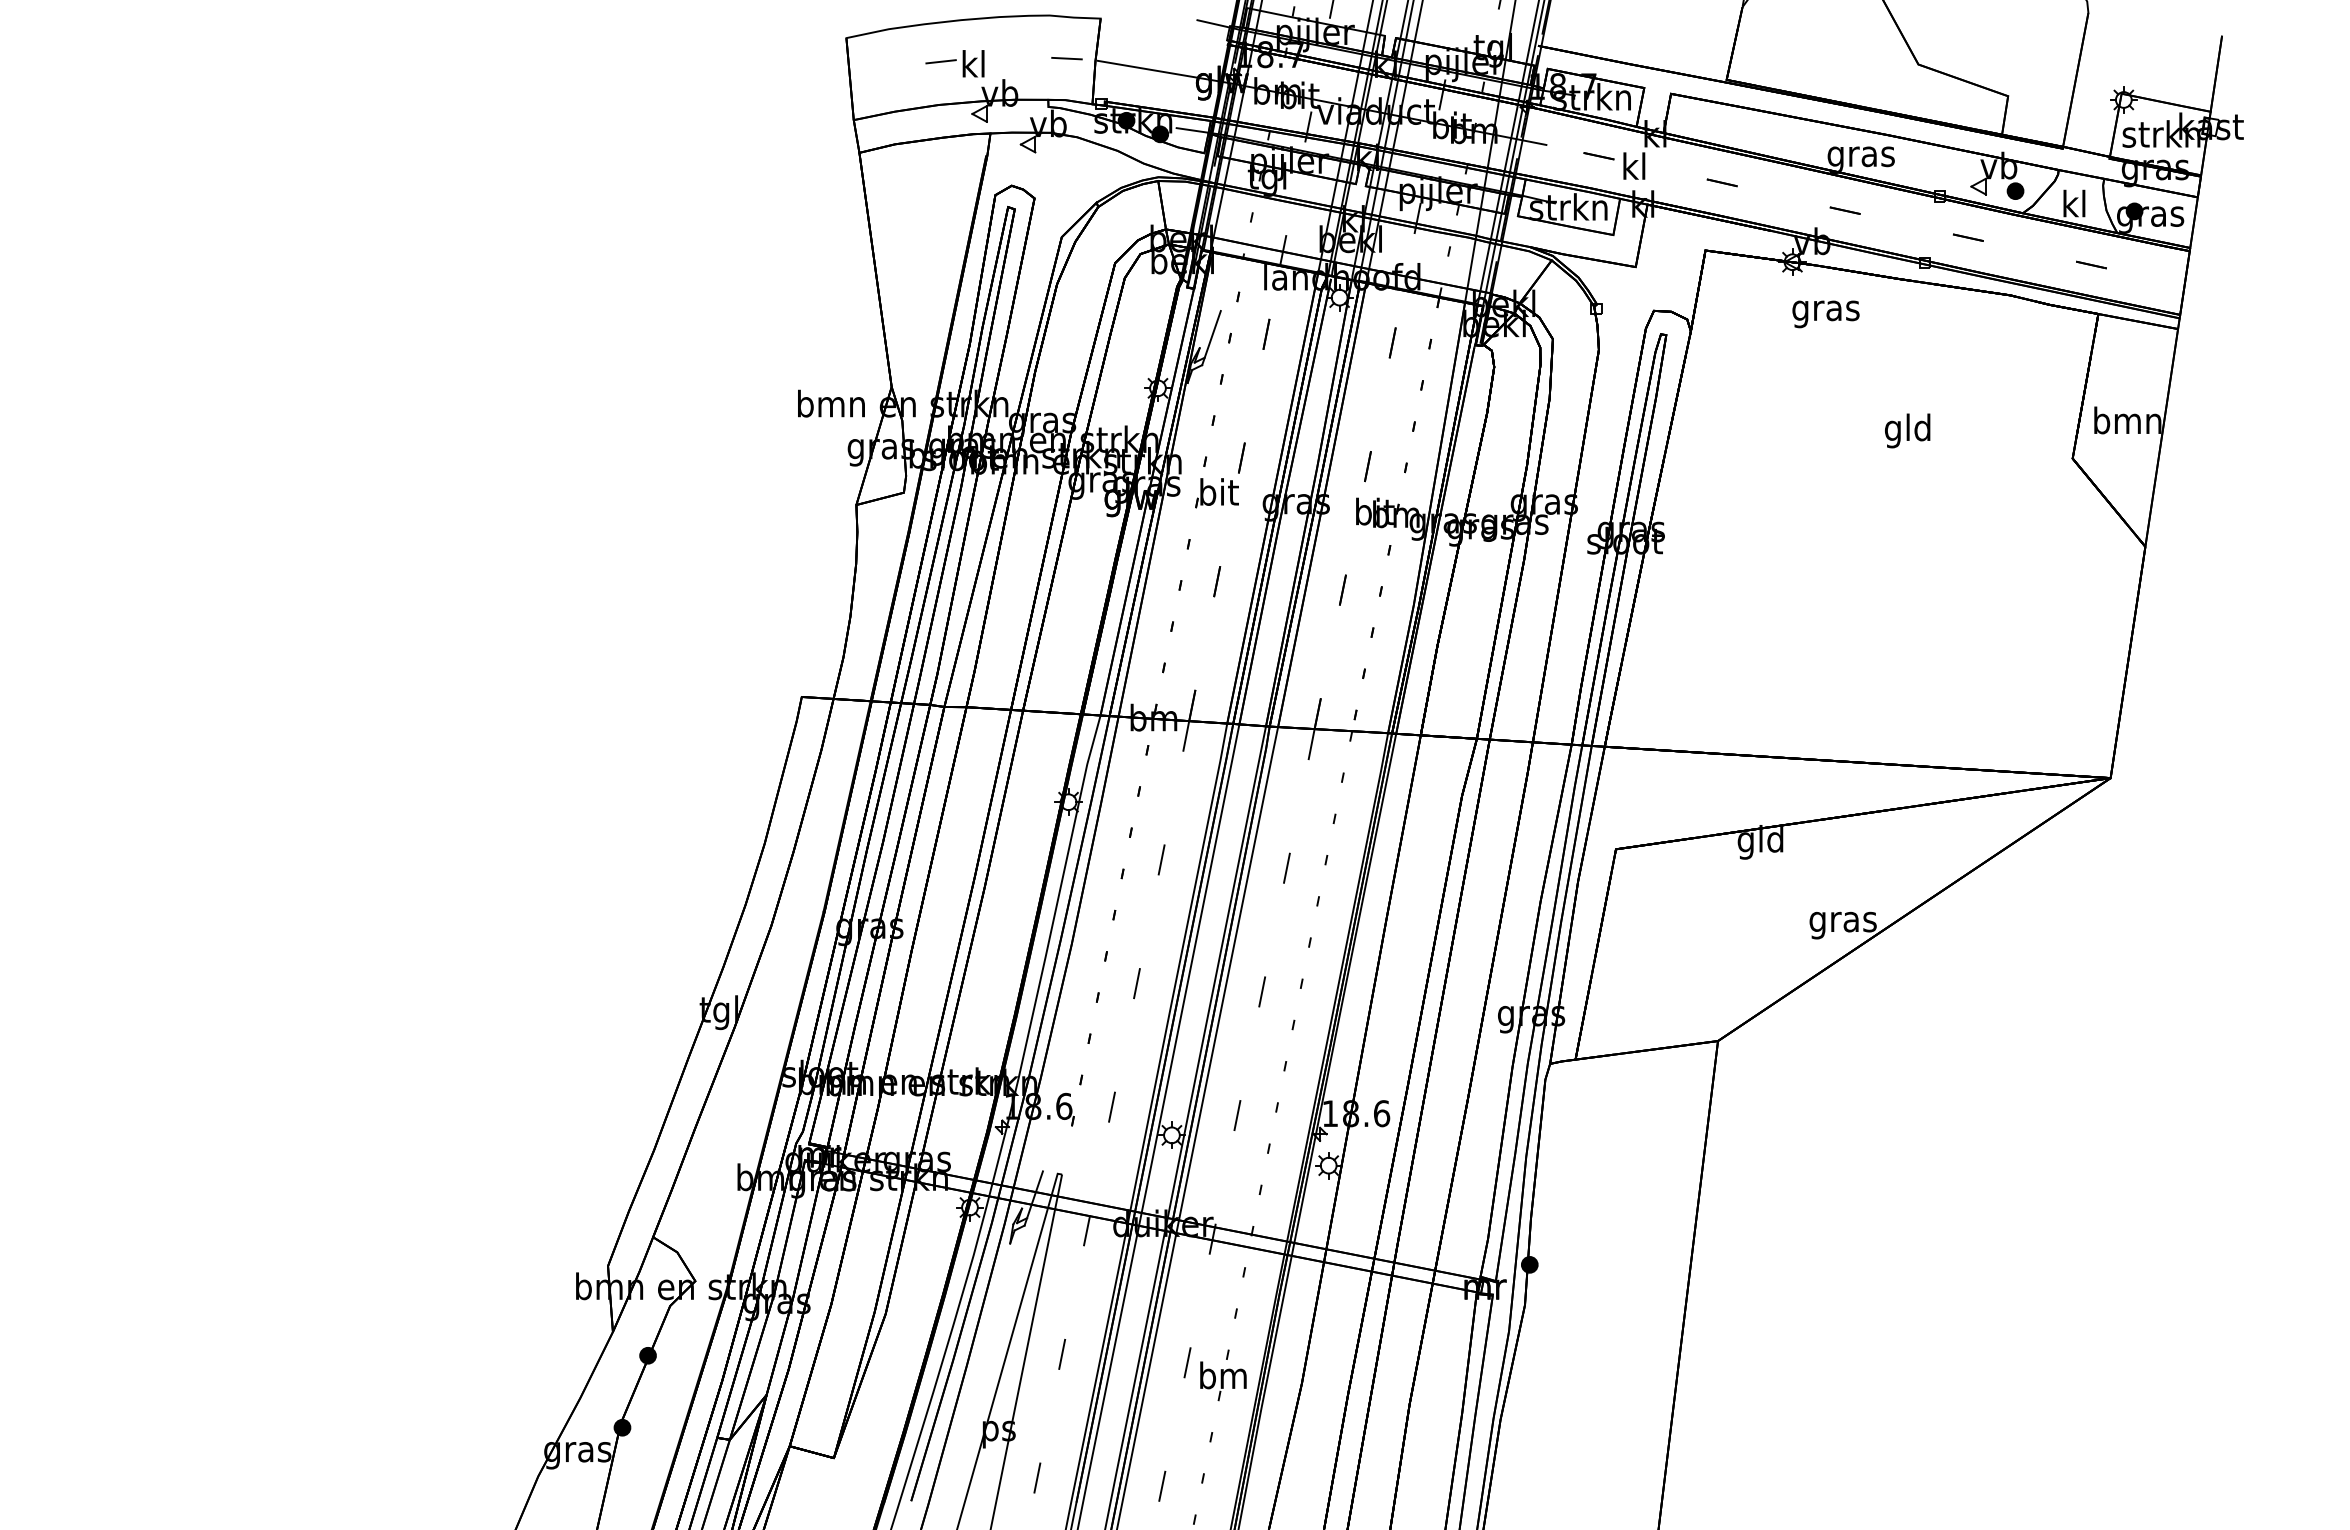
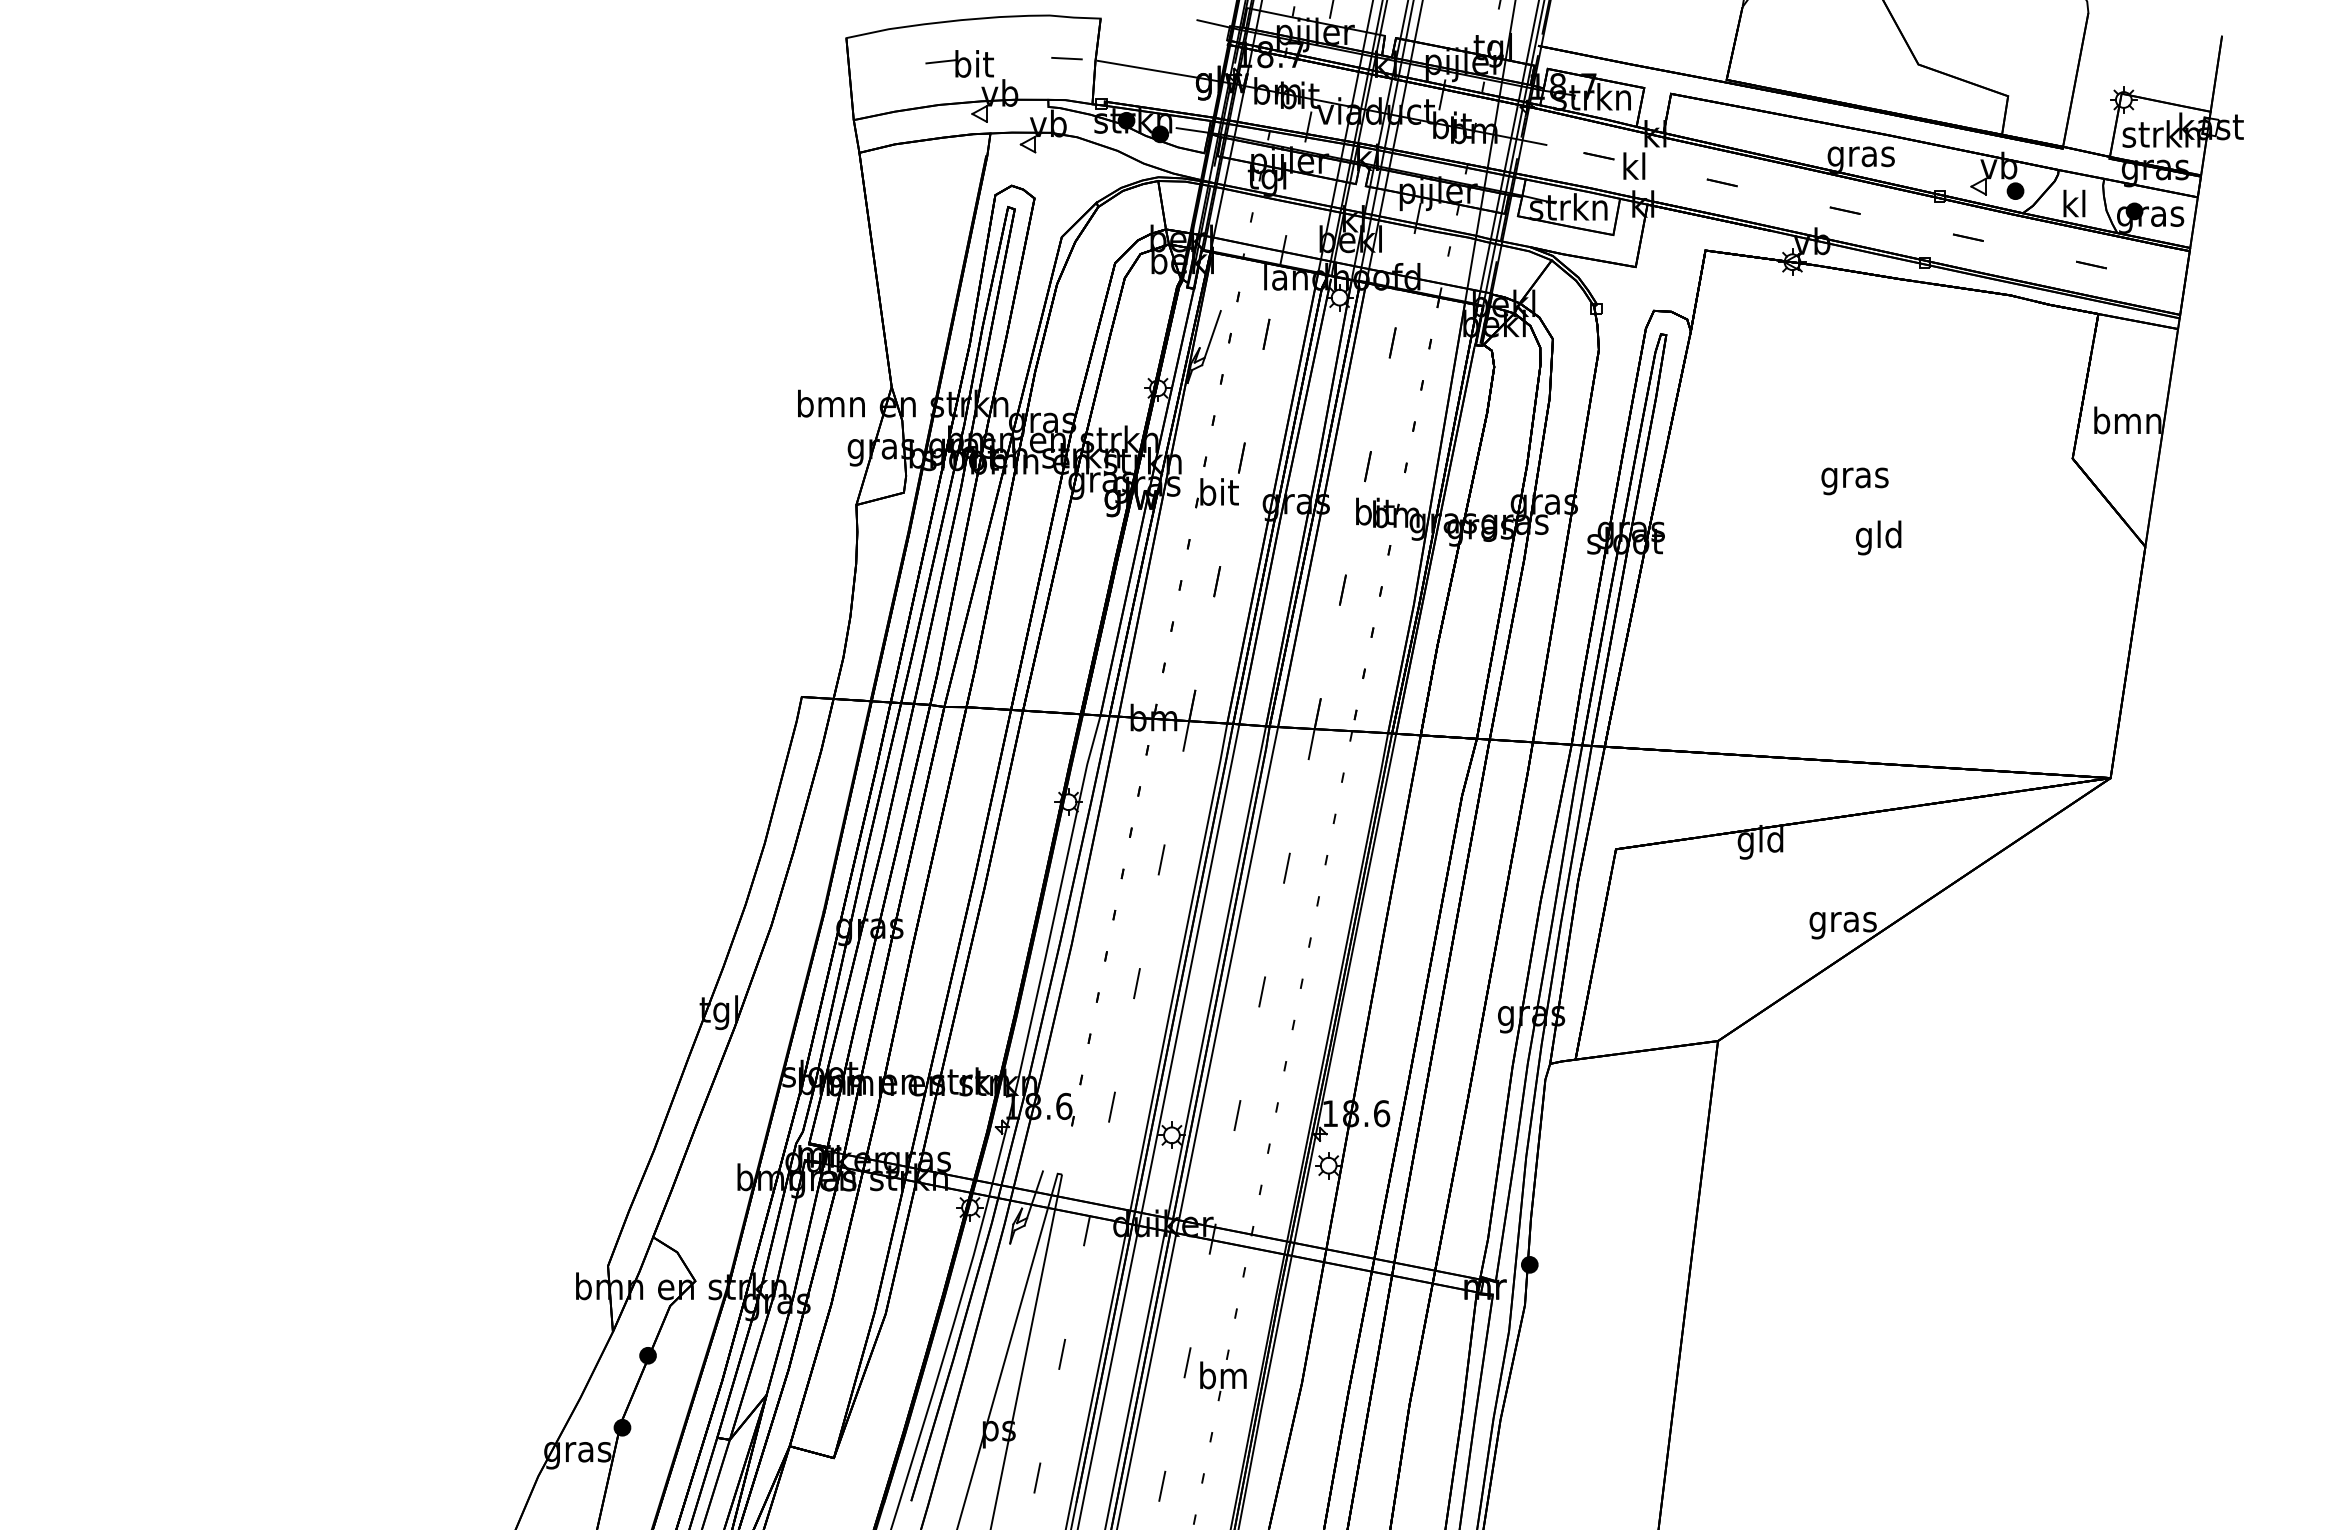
text at (974, 63): kl -> bit
text at (1825, 314) position: (1825, 314) -> (1854, 481)
text at (1907, 430) position: (1907, 430) -> (1878, 537)
